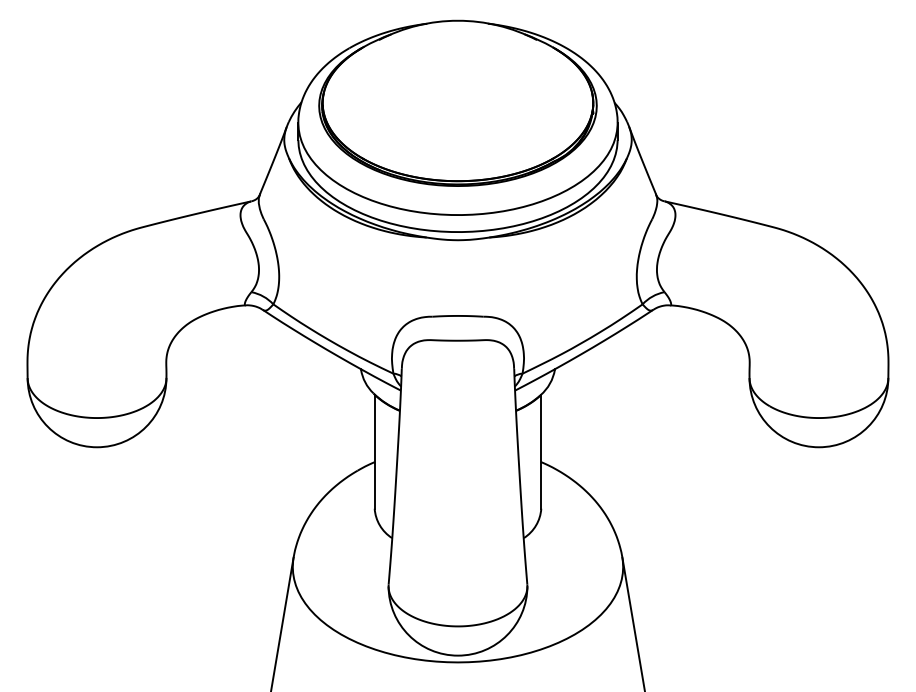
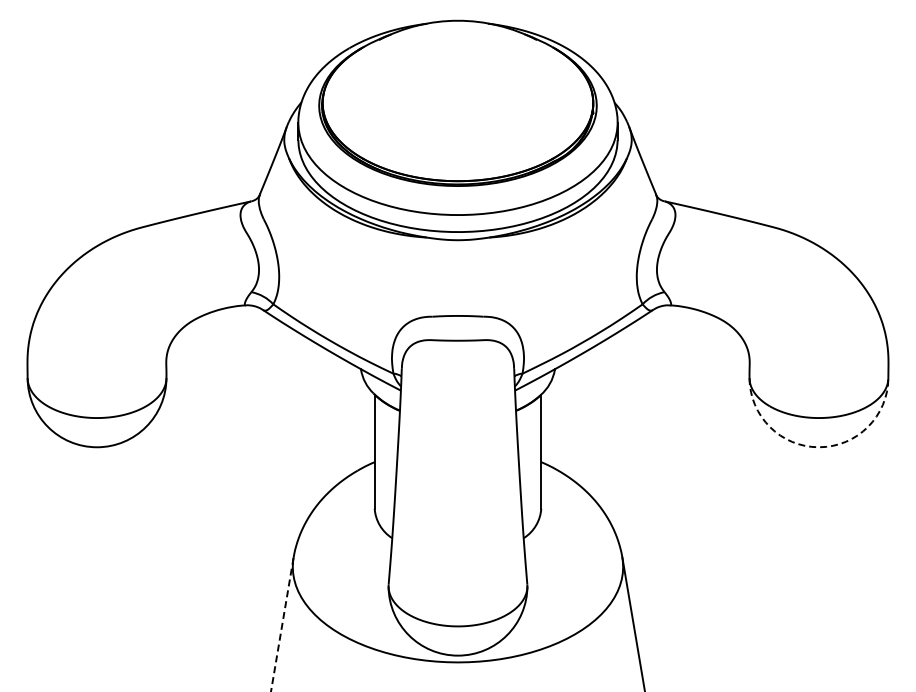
arc at (819, 447): solid -> dashed
line at (282, 624): solid -> dashed
